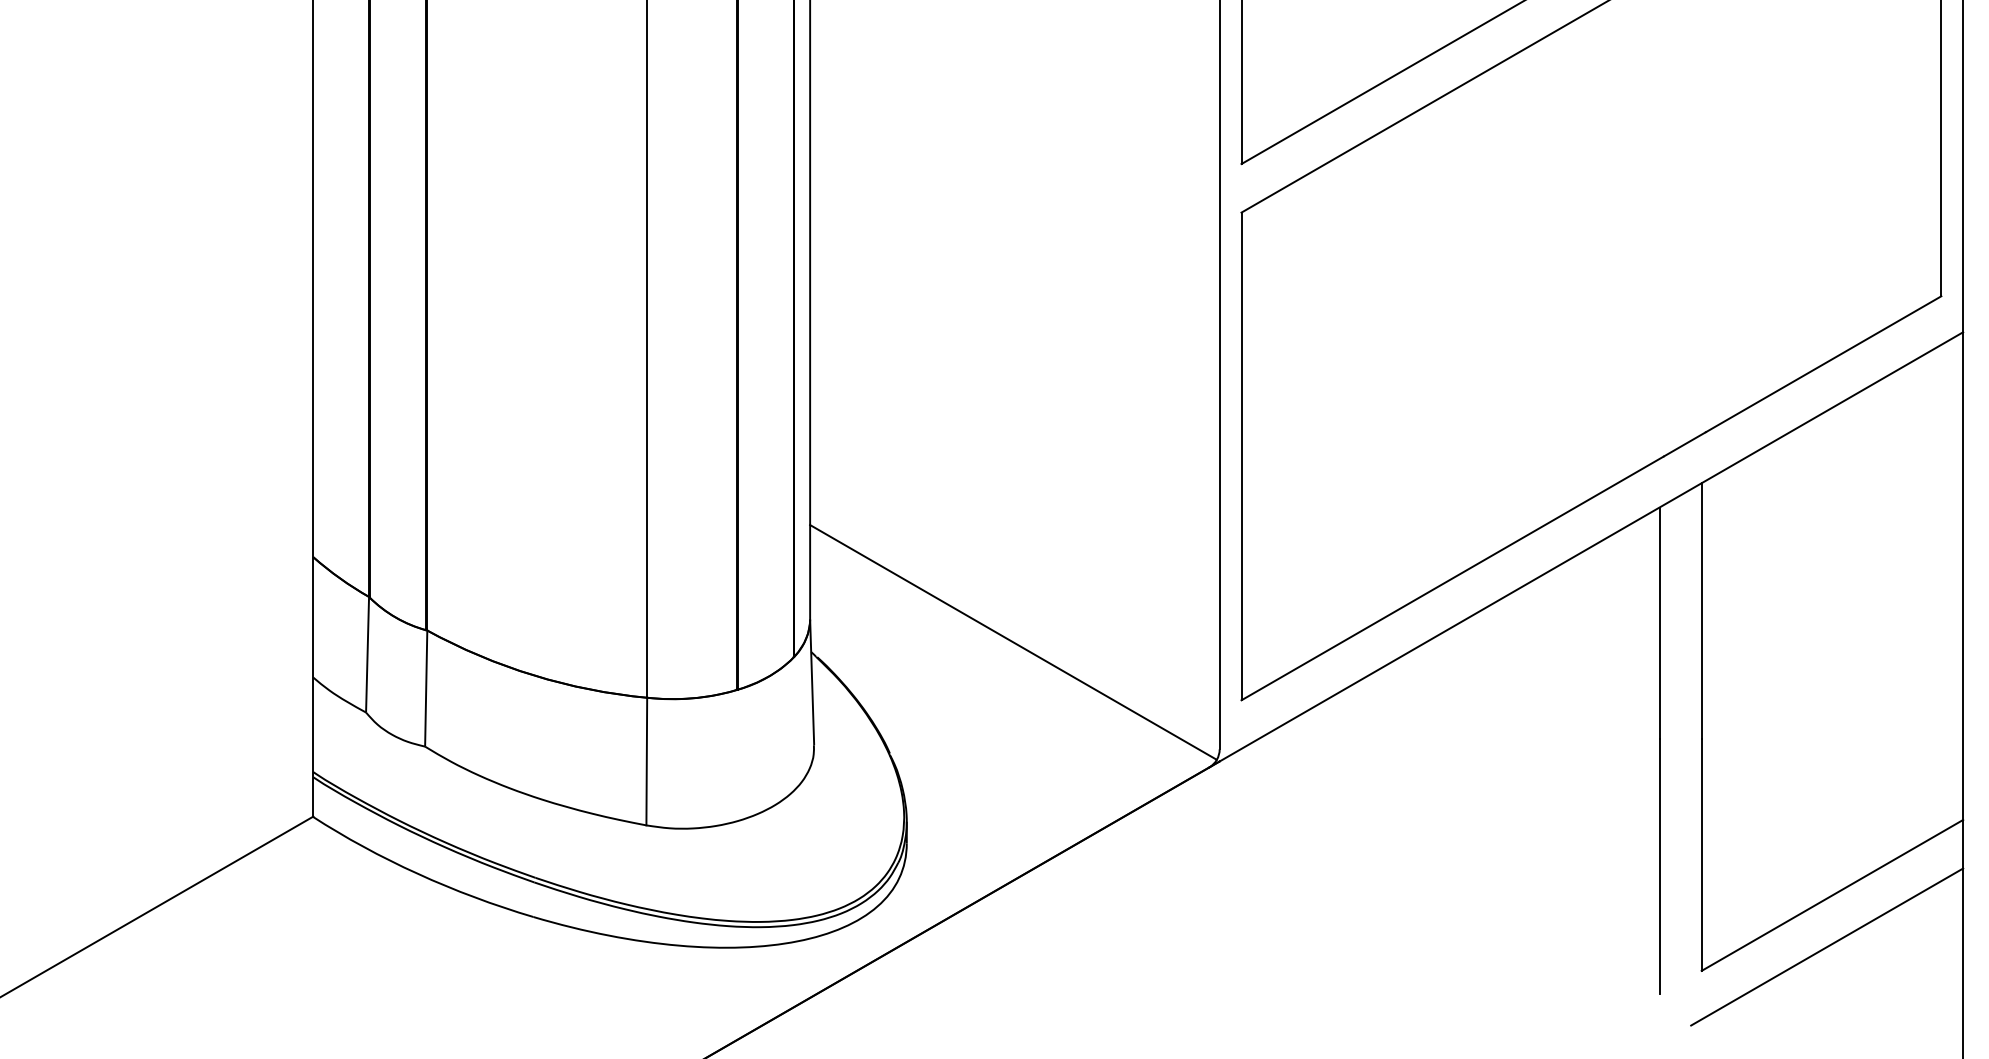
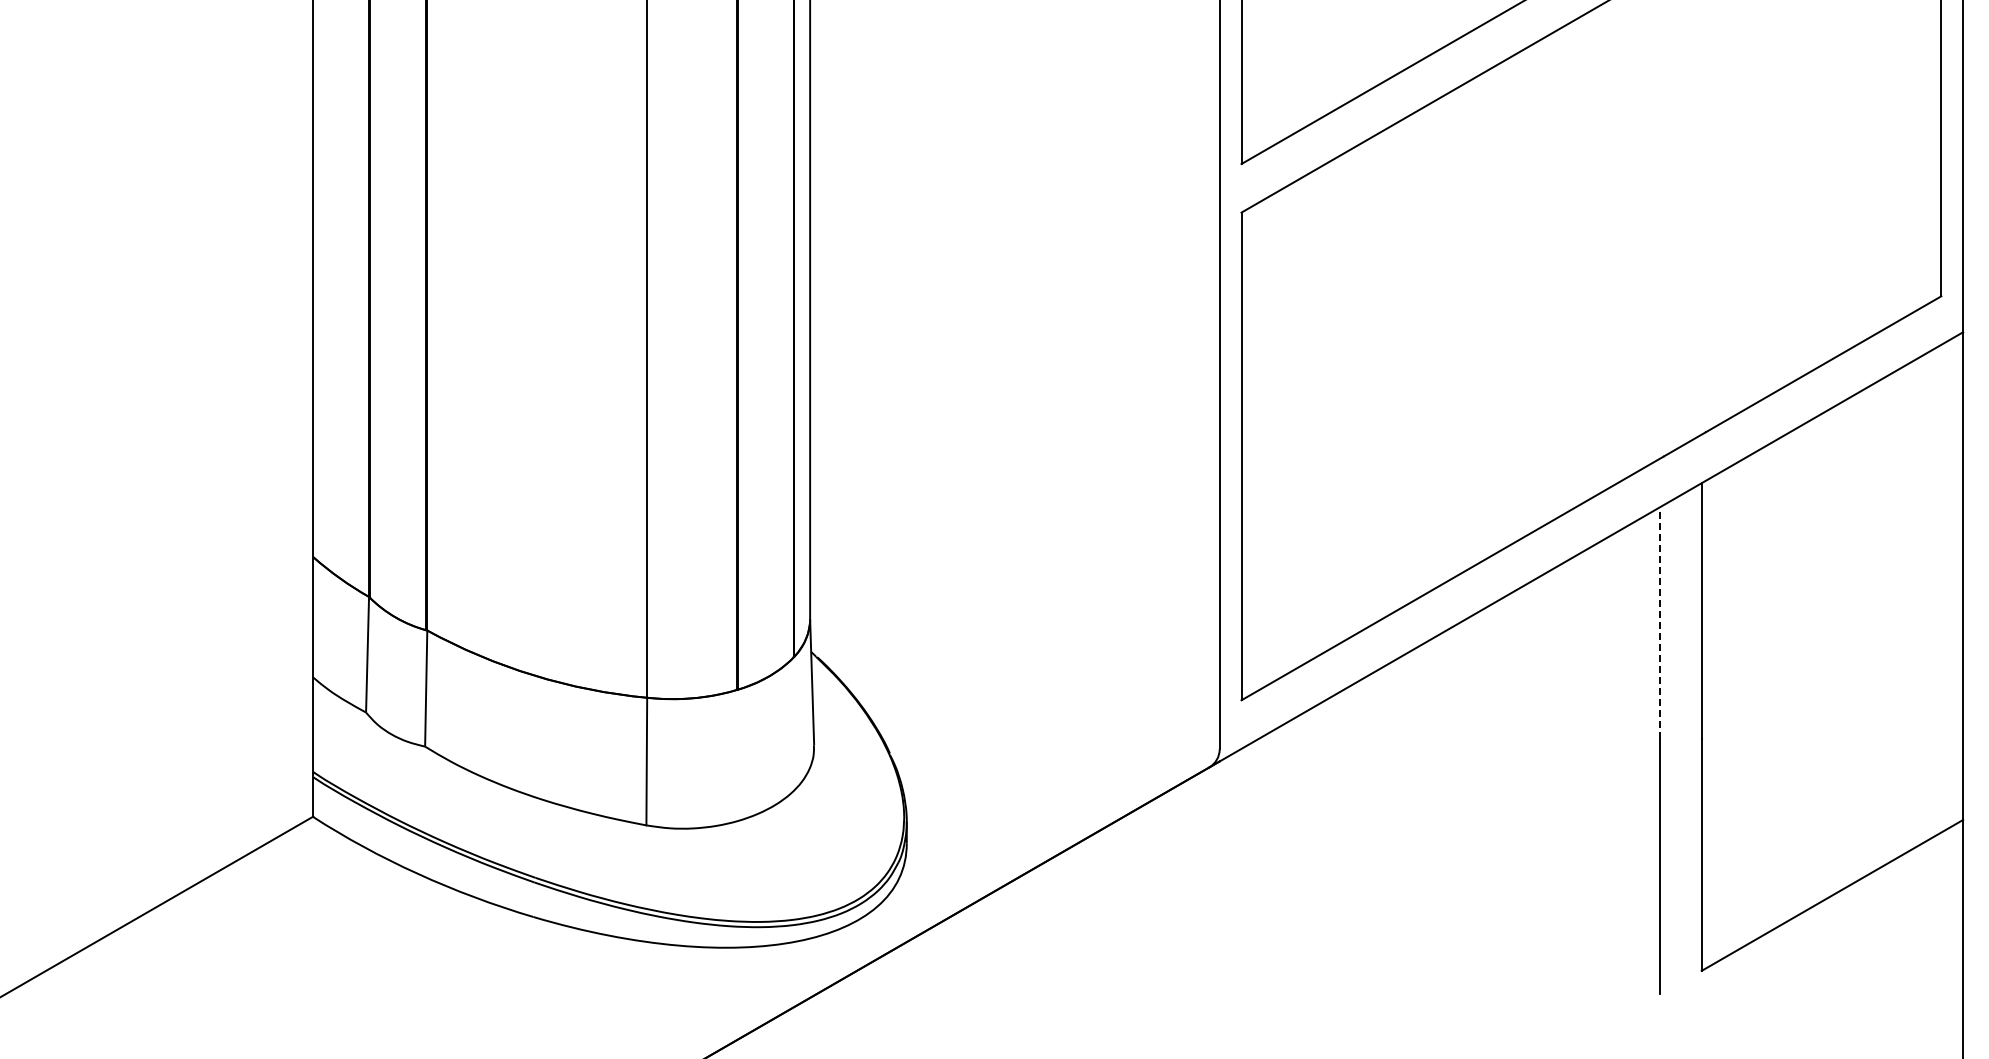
line at (1659, 623): solid -> dashed
line at (1013, 642): present -> none
line at (1827, 946): present -> none
